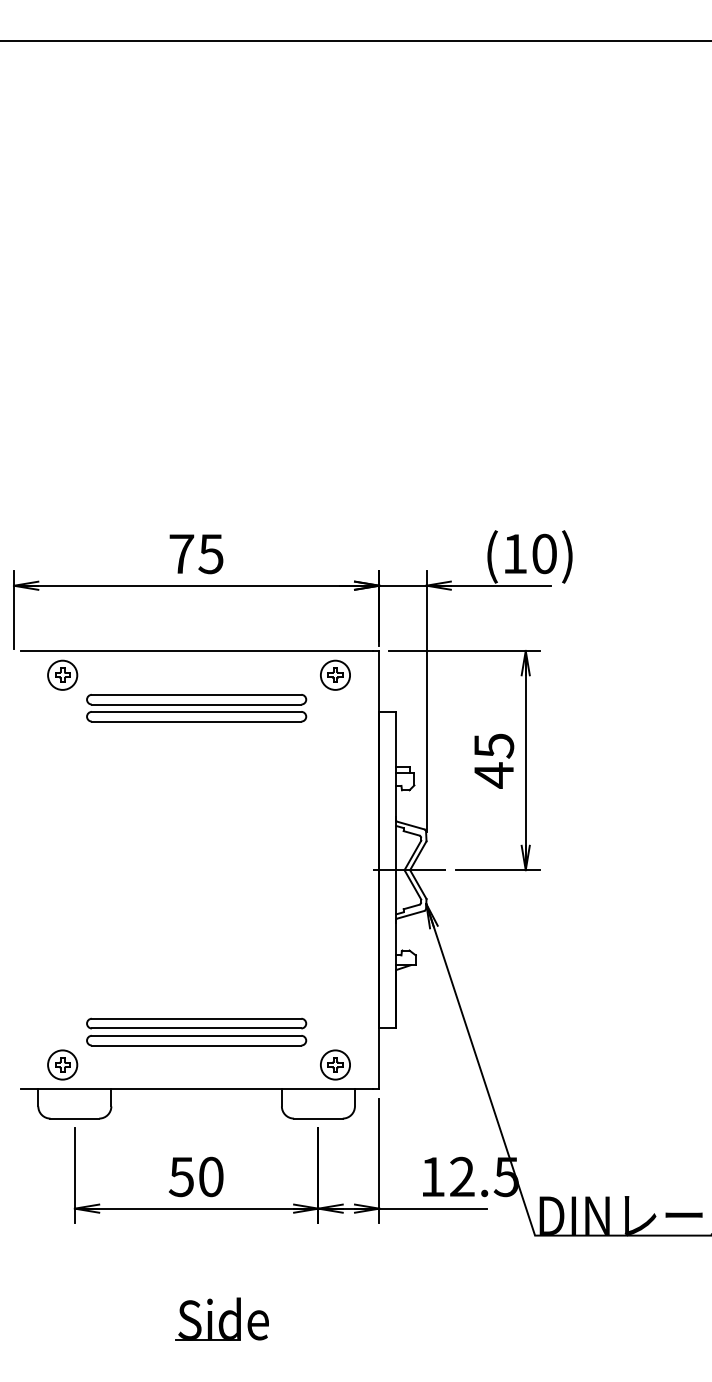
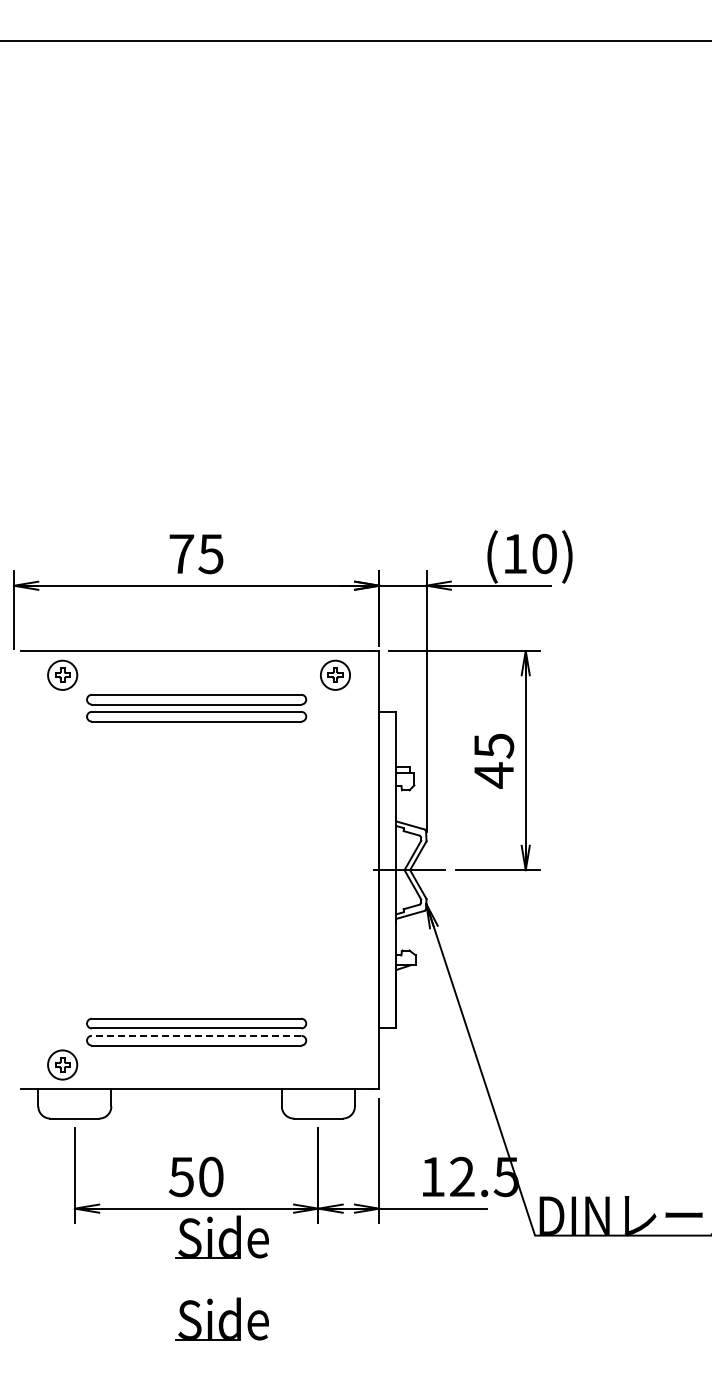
line at (196, 1035): solid -> dashed
part at (335, 1064): present -> none
part at (221, 1236): none -> present
